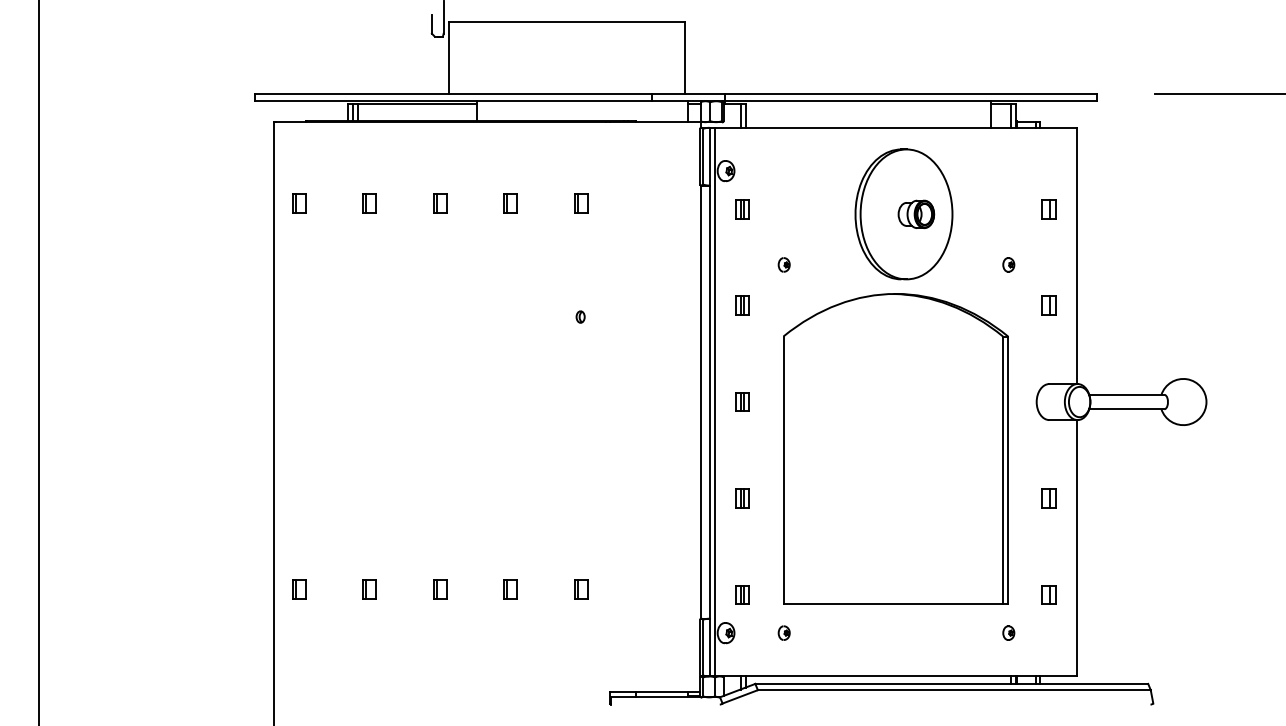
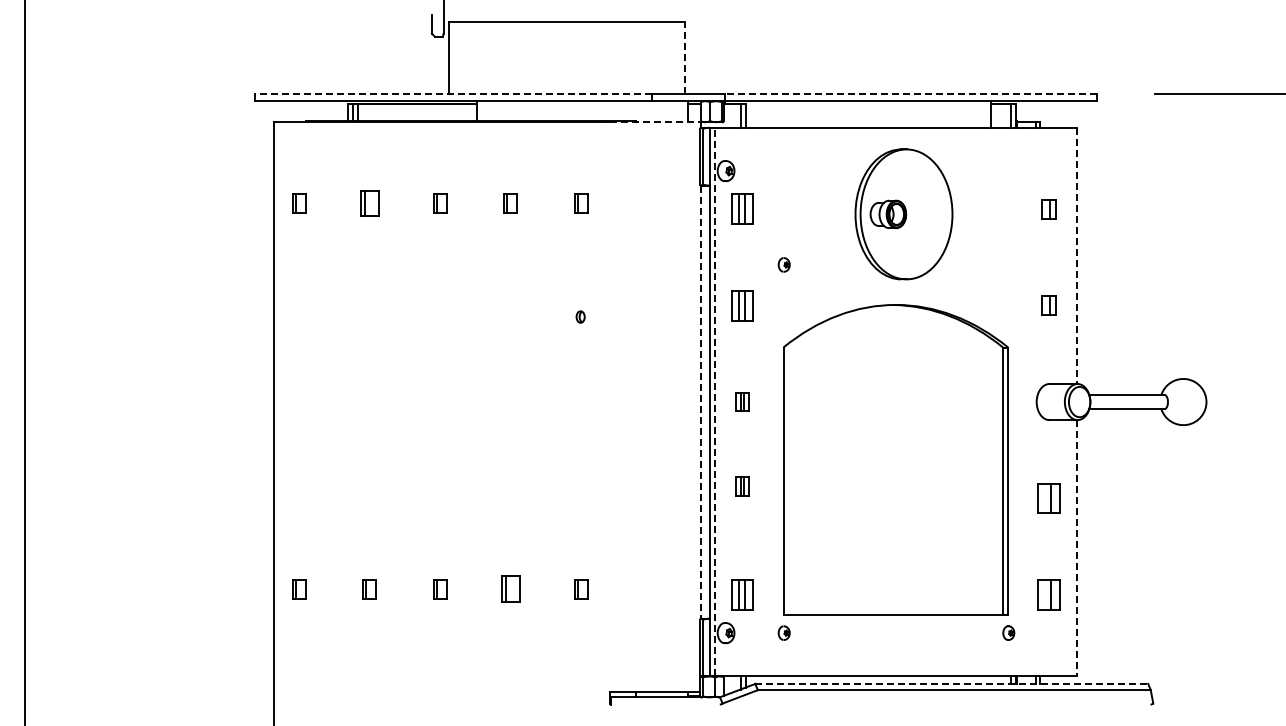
line at (685, 57): solid -> dashed
line at (453, 94): solid -> dashed
line at (910, 94): solid -> dashed
line at (655, 122): solid -> dashed
part at (369, 203) size: 15x21 px -> 20x27 px
part at (742, 209) size: 15x21 px -> 23x32 px
part at (916, 213) position: (916, 213) -> (888, 213)
line at (1077, 256): solid -> dashed
part at (1008, 264): present -> none
part at (742, 305) size: 15x21 px -> 23x32 px
line at (38, 362) position: (38, 362) -> (24, 362)
line at (714, 401): solid -> dashed
line at (701, 402): solid -> dashed
part at (895, 448) position: (895, 448) -> (895, 459)
part at (742, 498) position: (742, 498) -> (742, 486)
part at (1048, 498) size: 16x21 px -> 24x31 px
line at (1077, 548): solid -> dashed
part at (510, 589) size: 15x21 px -> 20x28 px
part at (742, 594) size: 15x20 px -> 23x32 px
part at (1048, 594) size: 16x20 px -> 24x32 px
line at (952, 683): solid -> dashed
